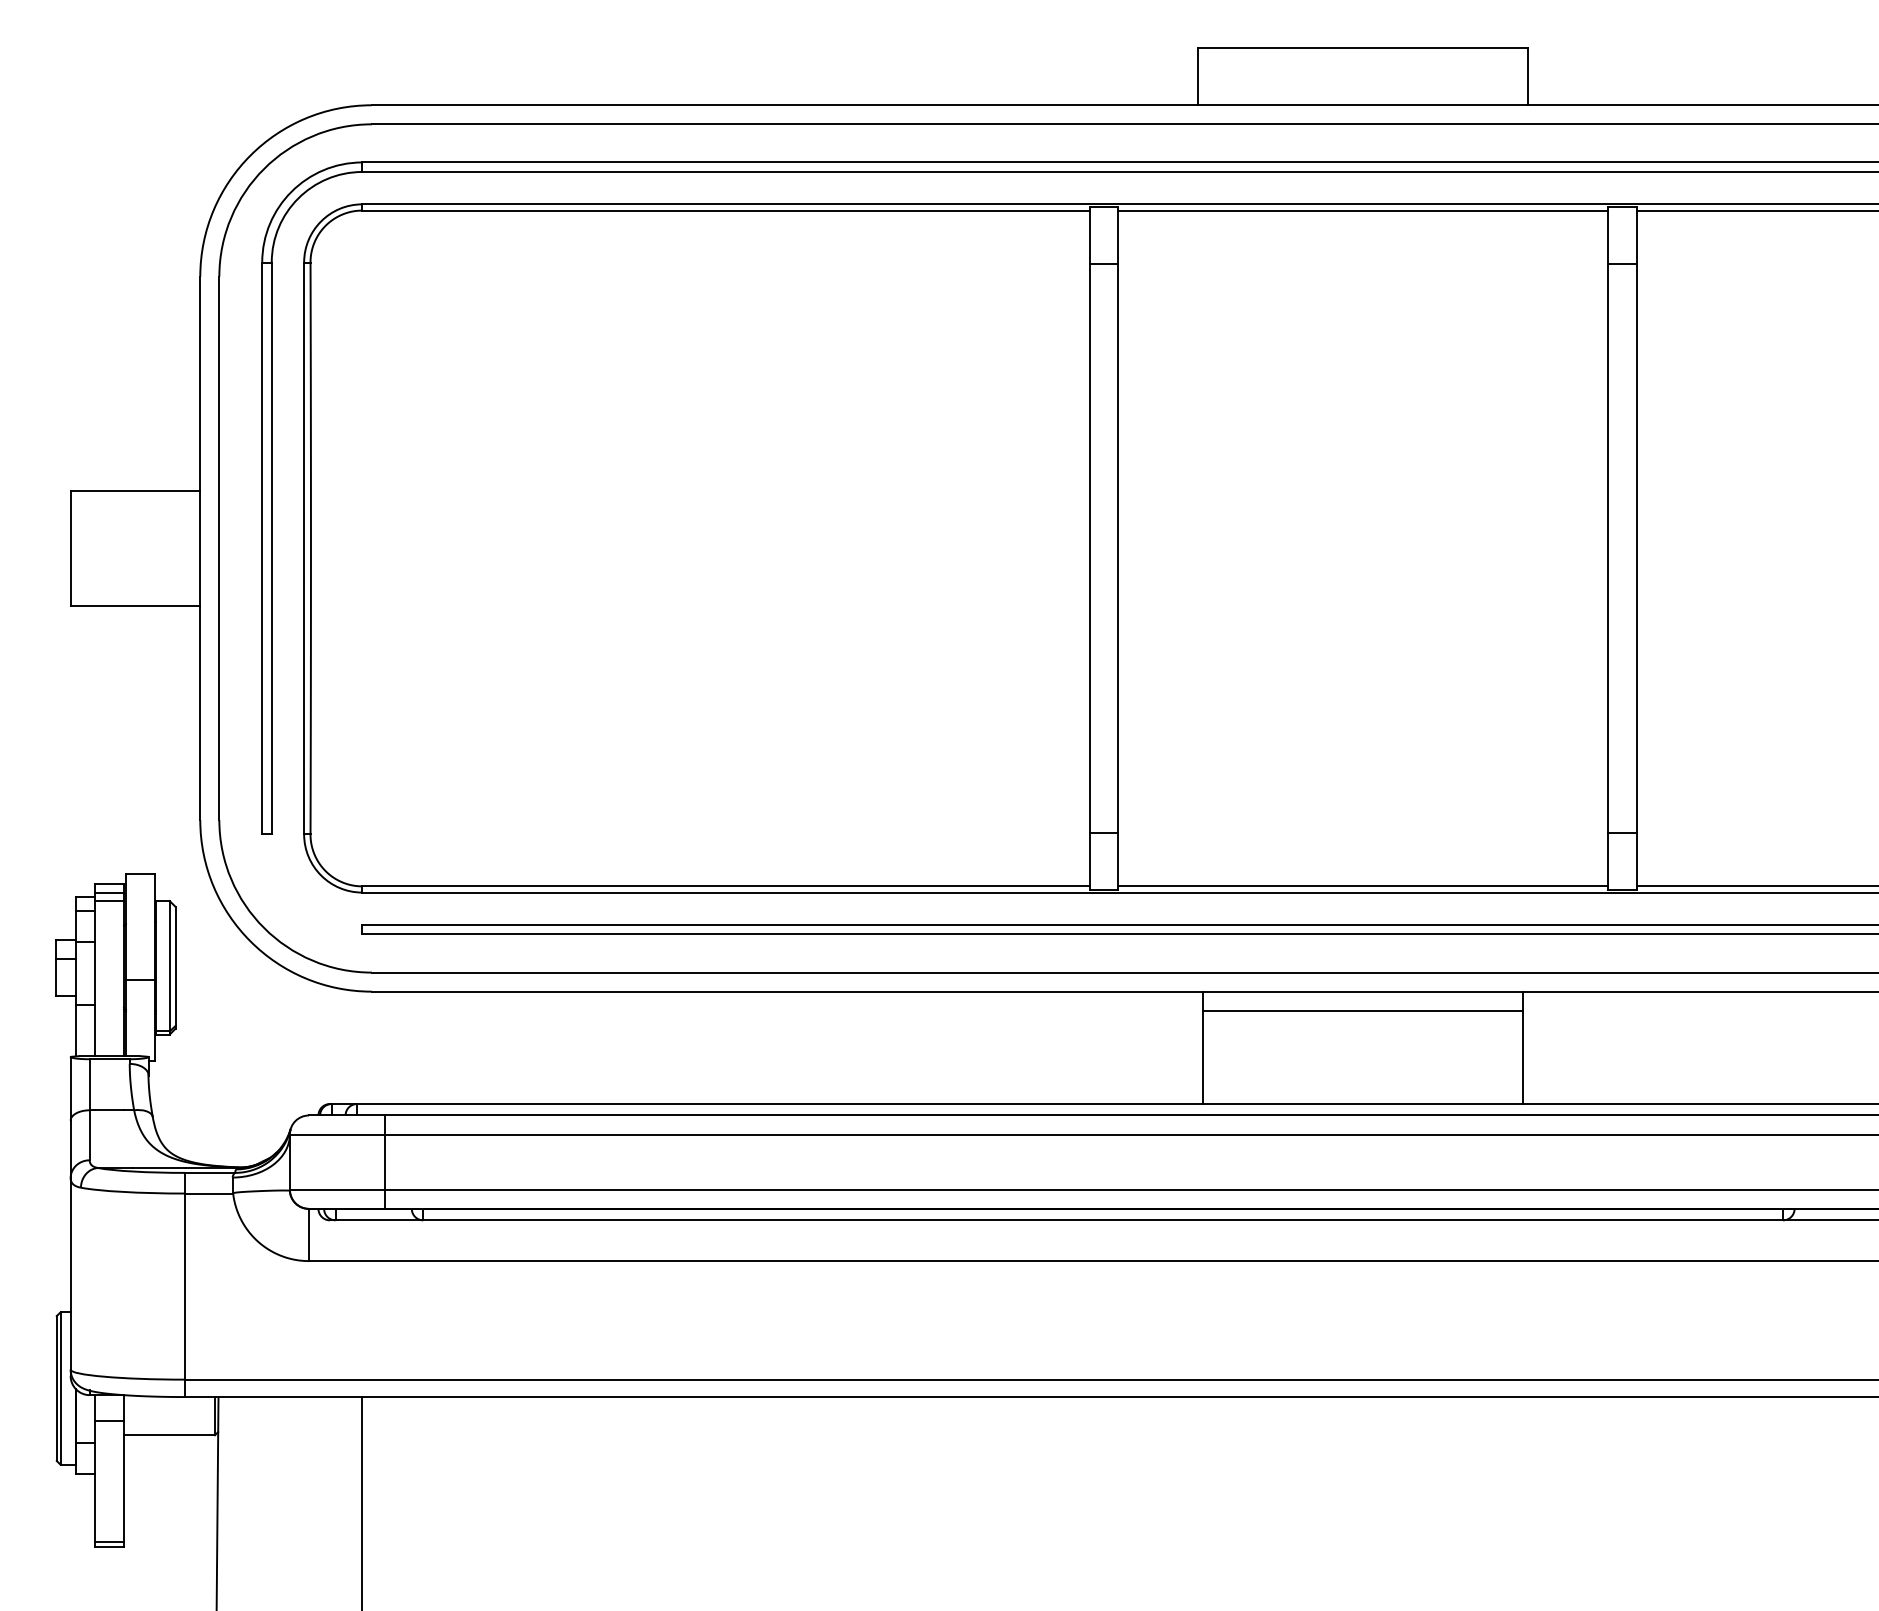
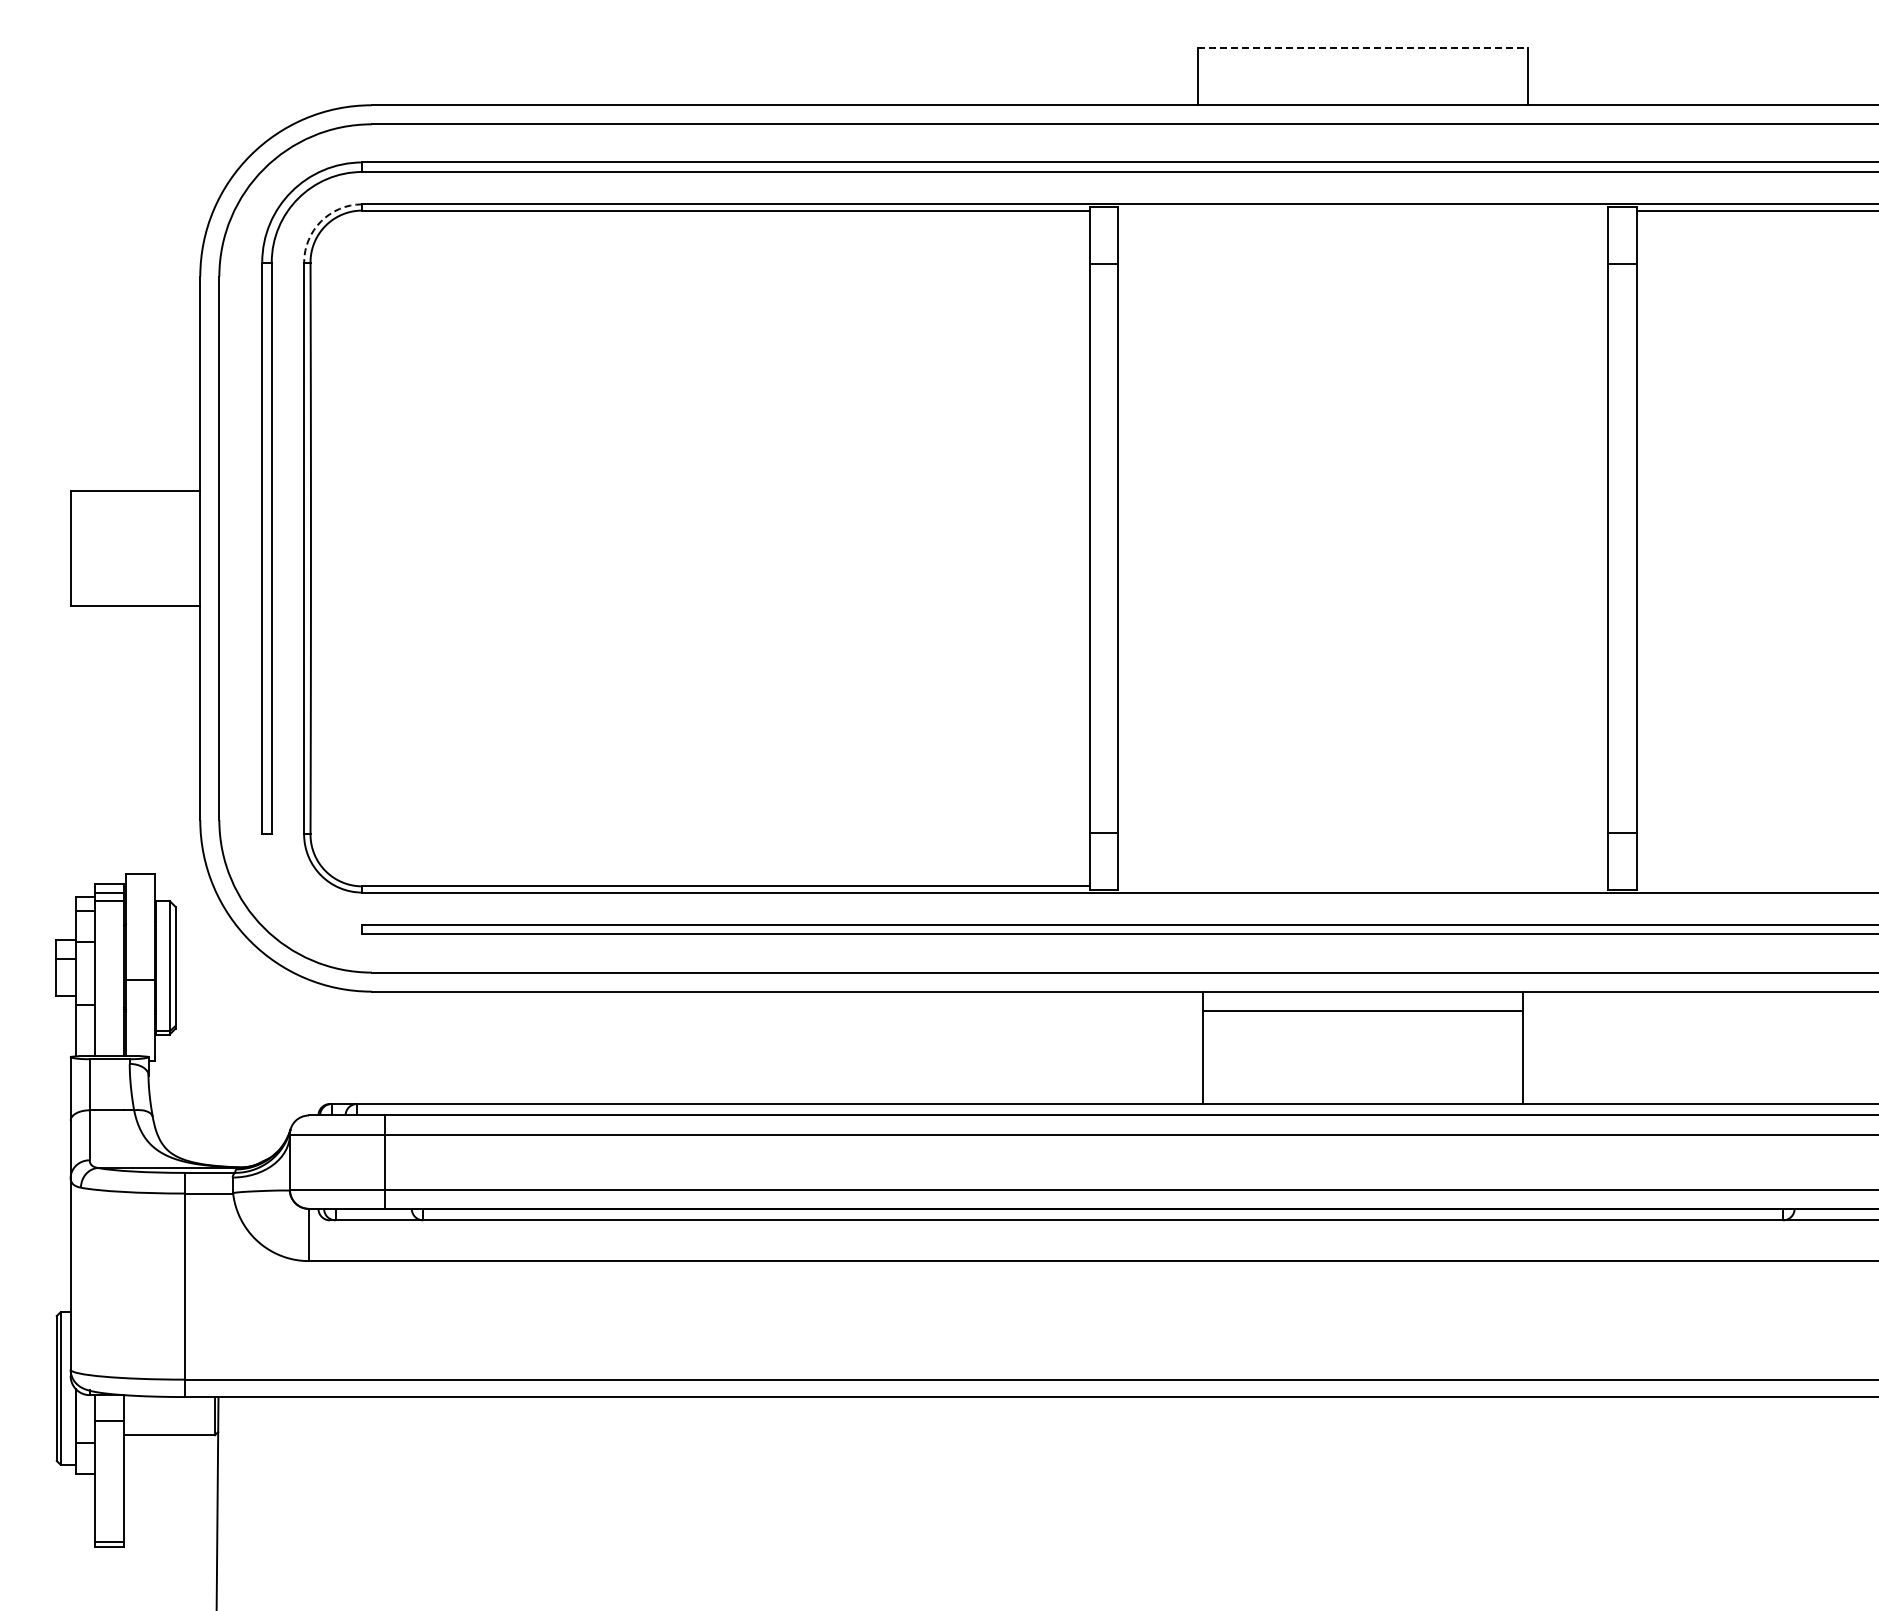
line at (1363, 48): solid -> dashed
line at (1363, 210): present -> none
arc at (321, 221): solid -> dashed
line at (1363, 886): present -> none
line at (1755, 886): present -> none
line at (362, 1502): present -> none
